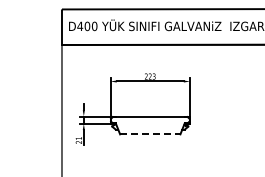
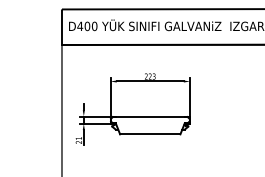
line at (150, 134): dashed -> solid
